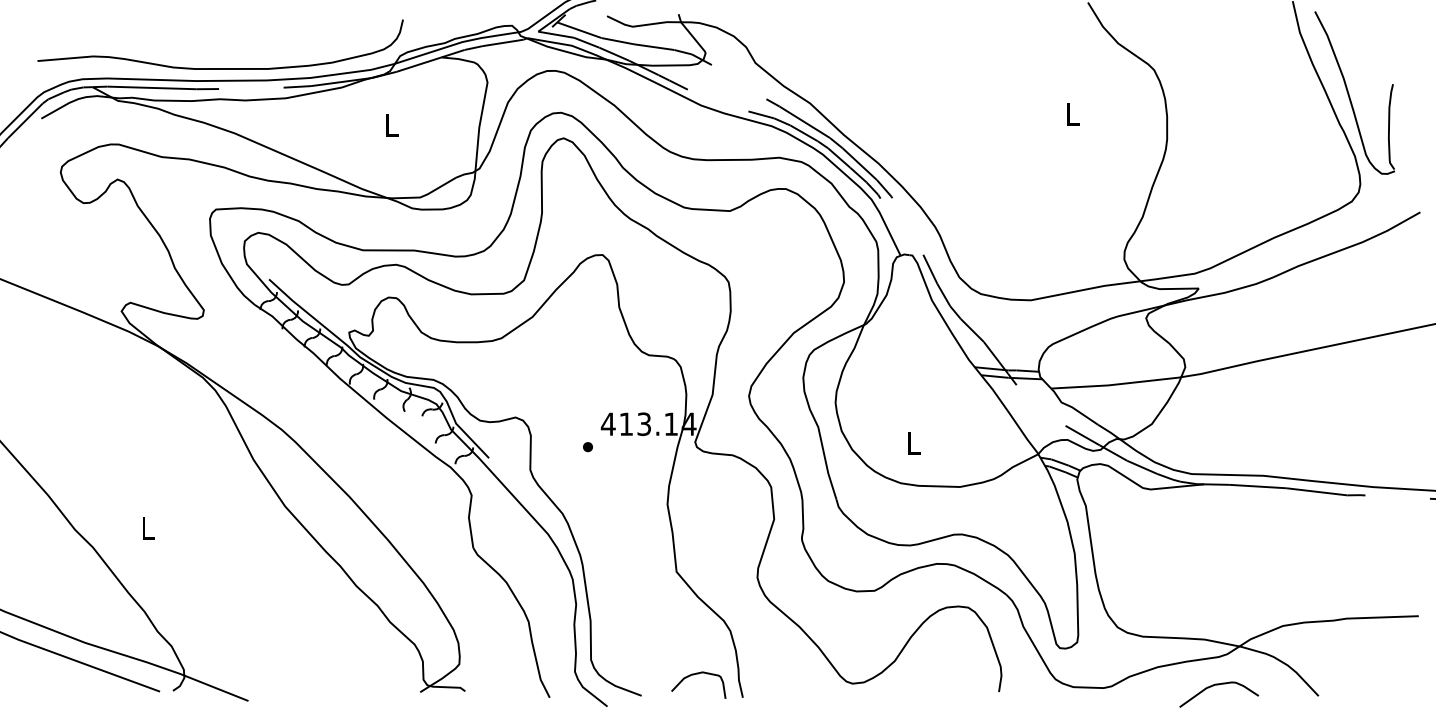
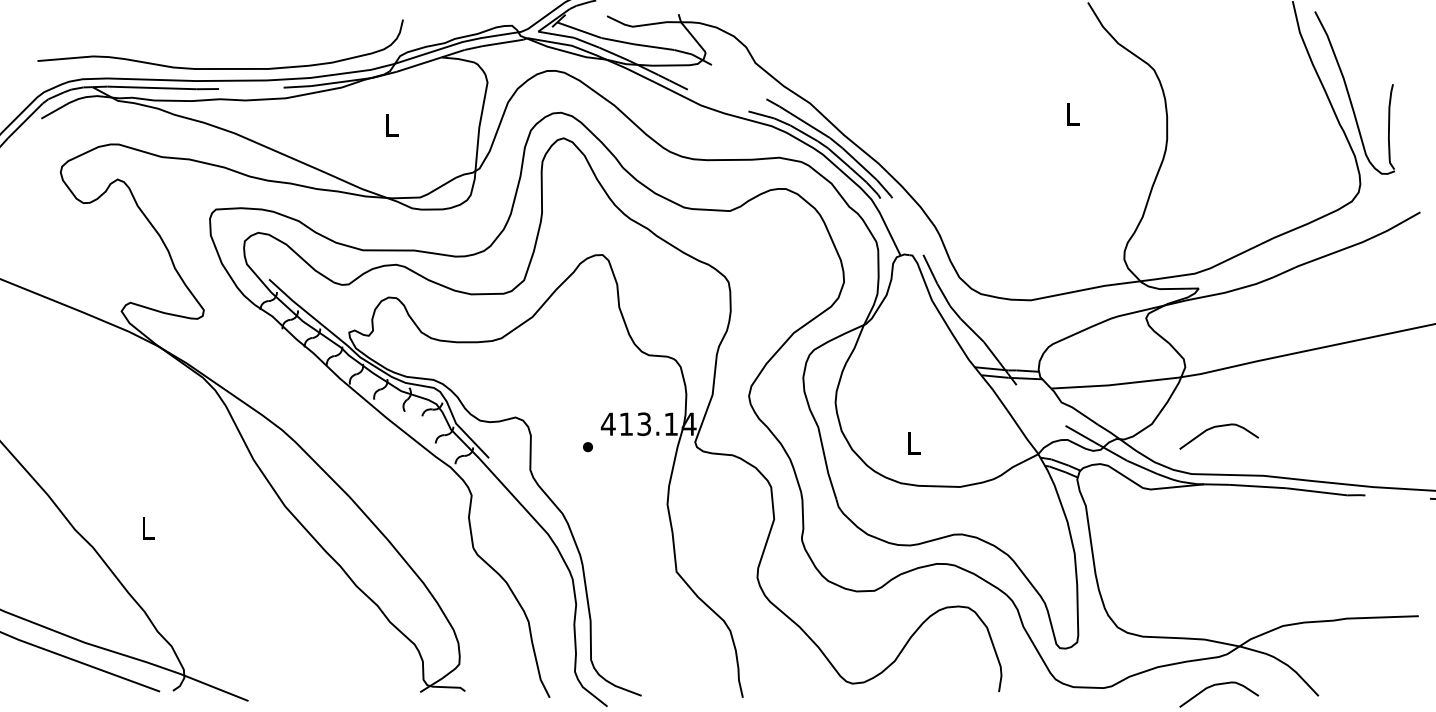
curve at (1219, 427): none -> present
curve at (694, 675): present -> none
